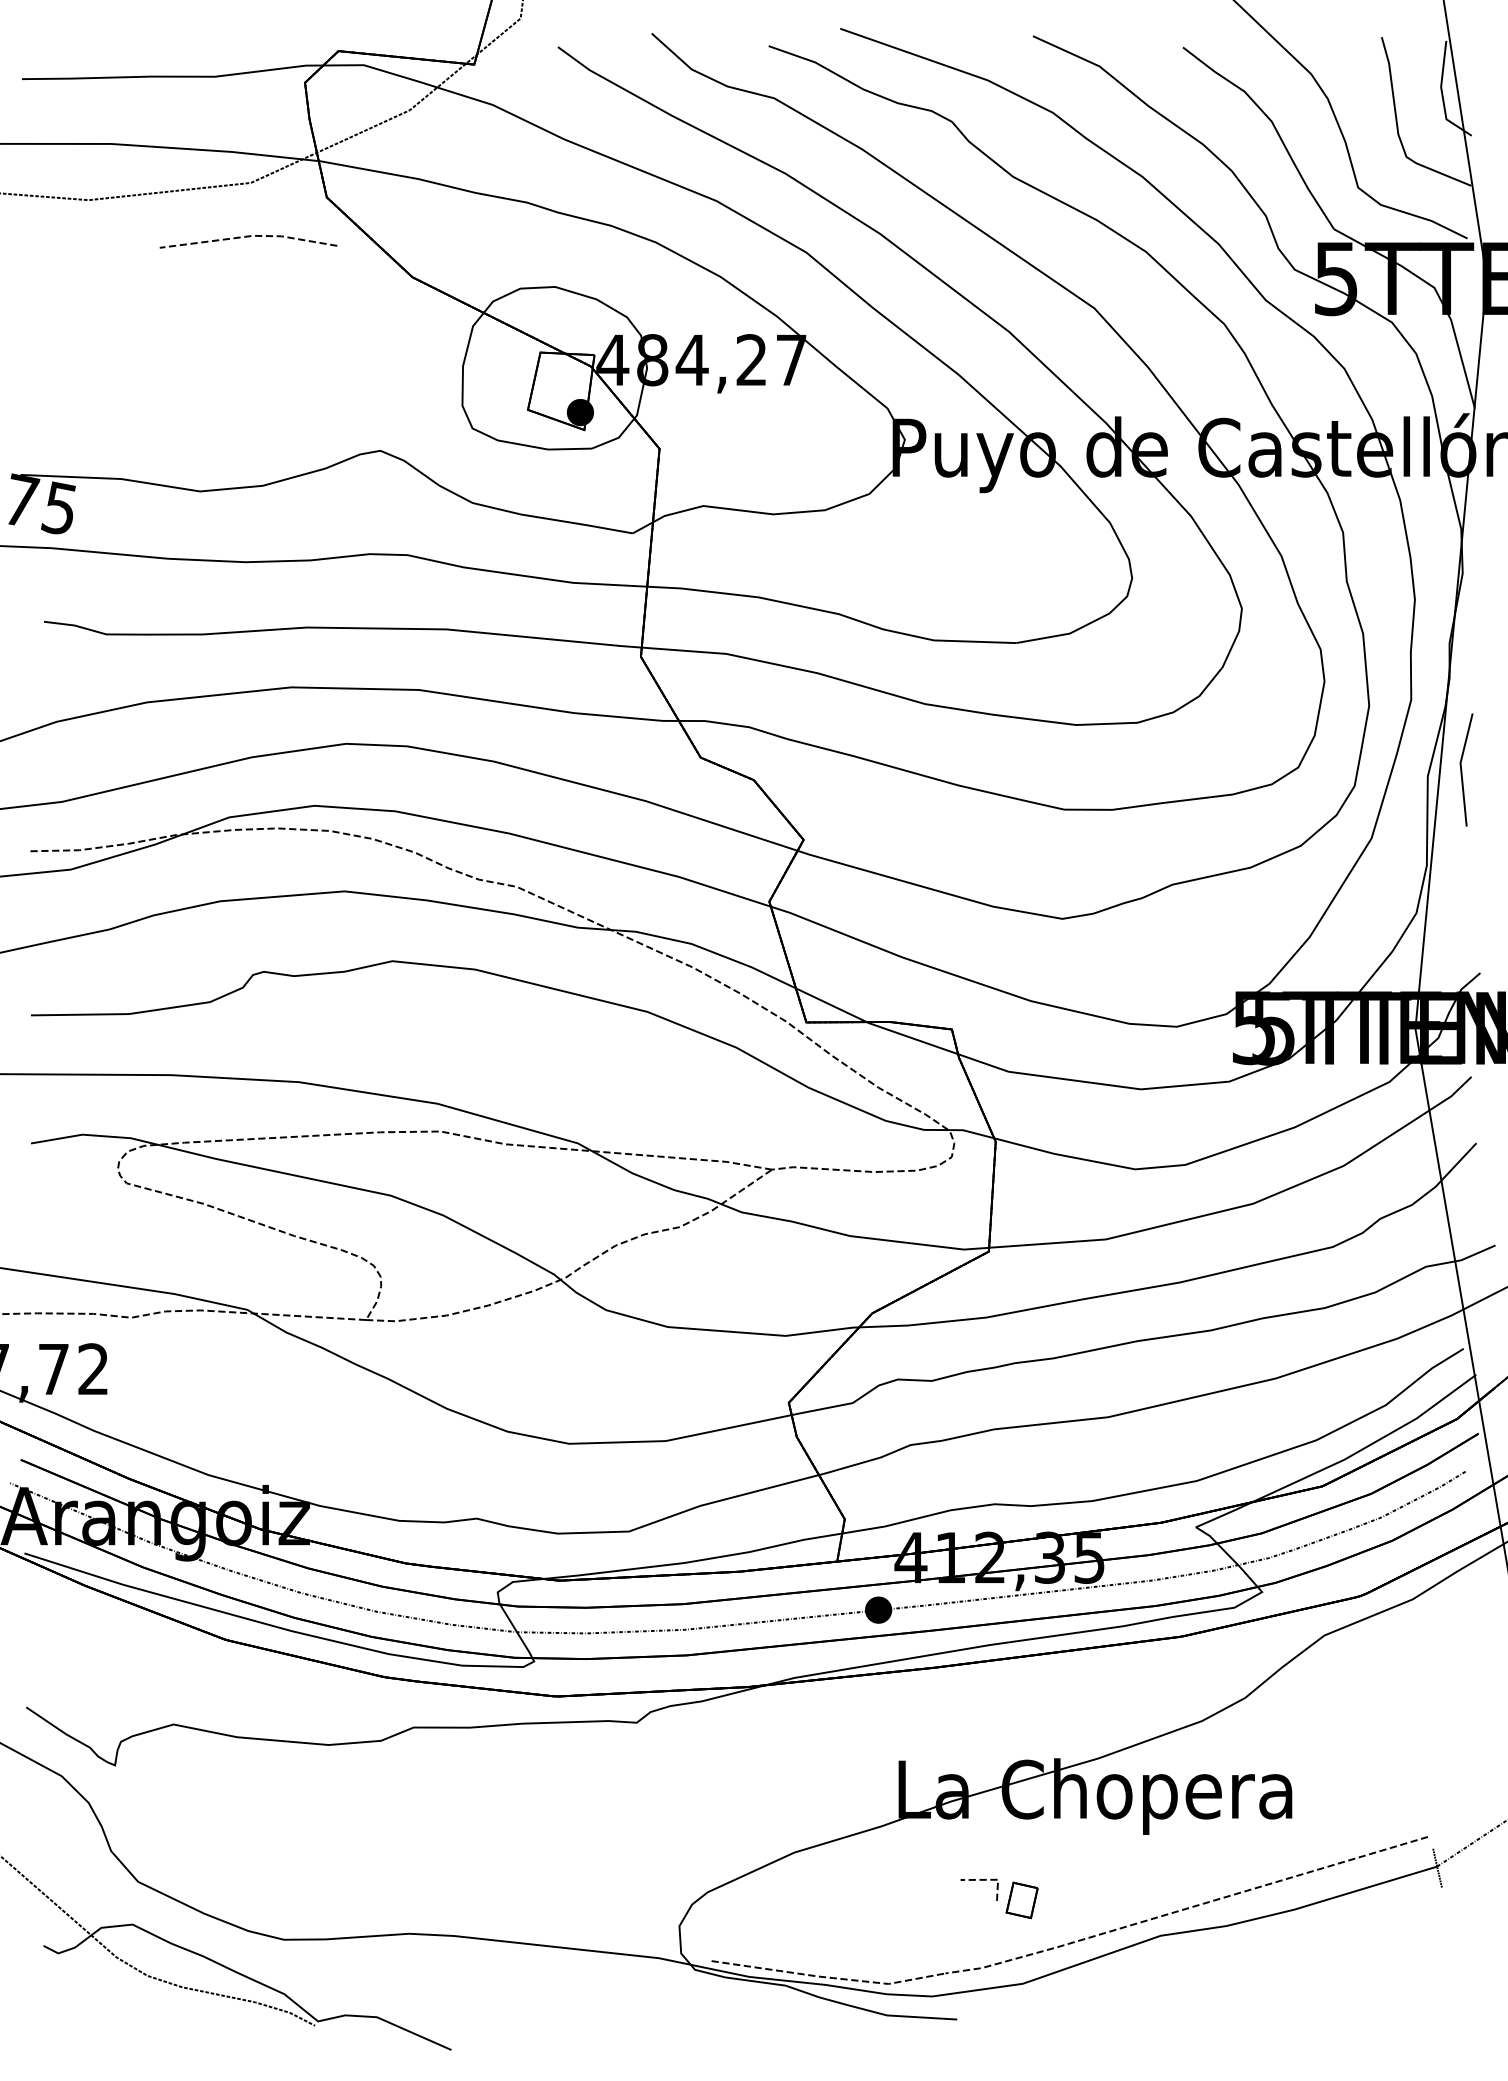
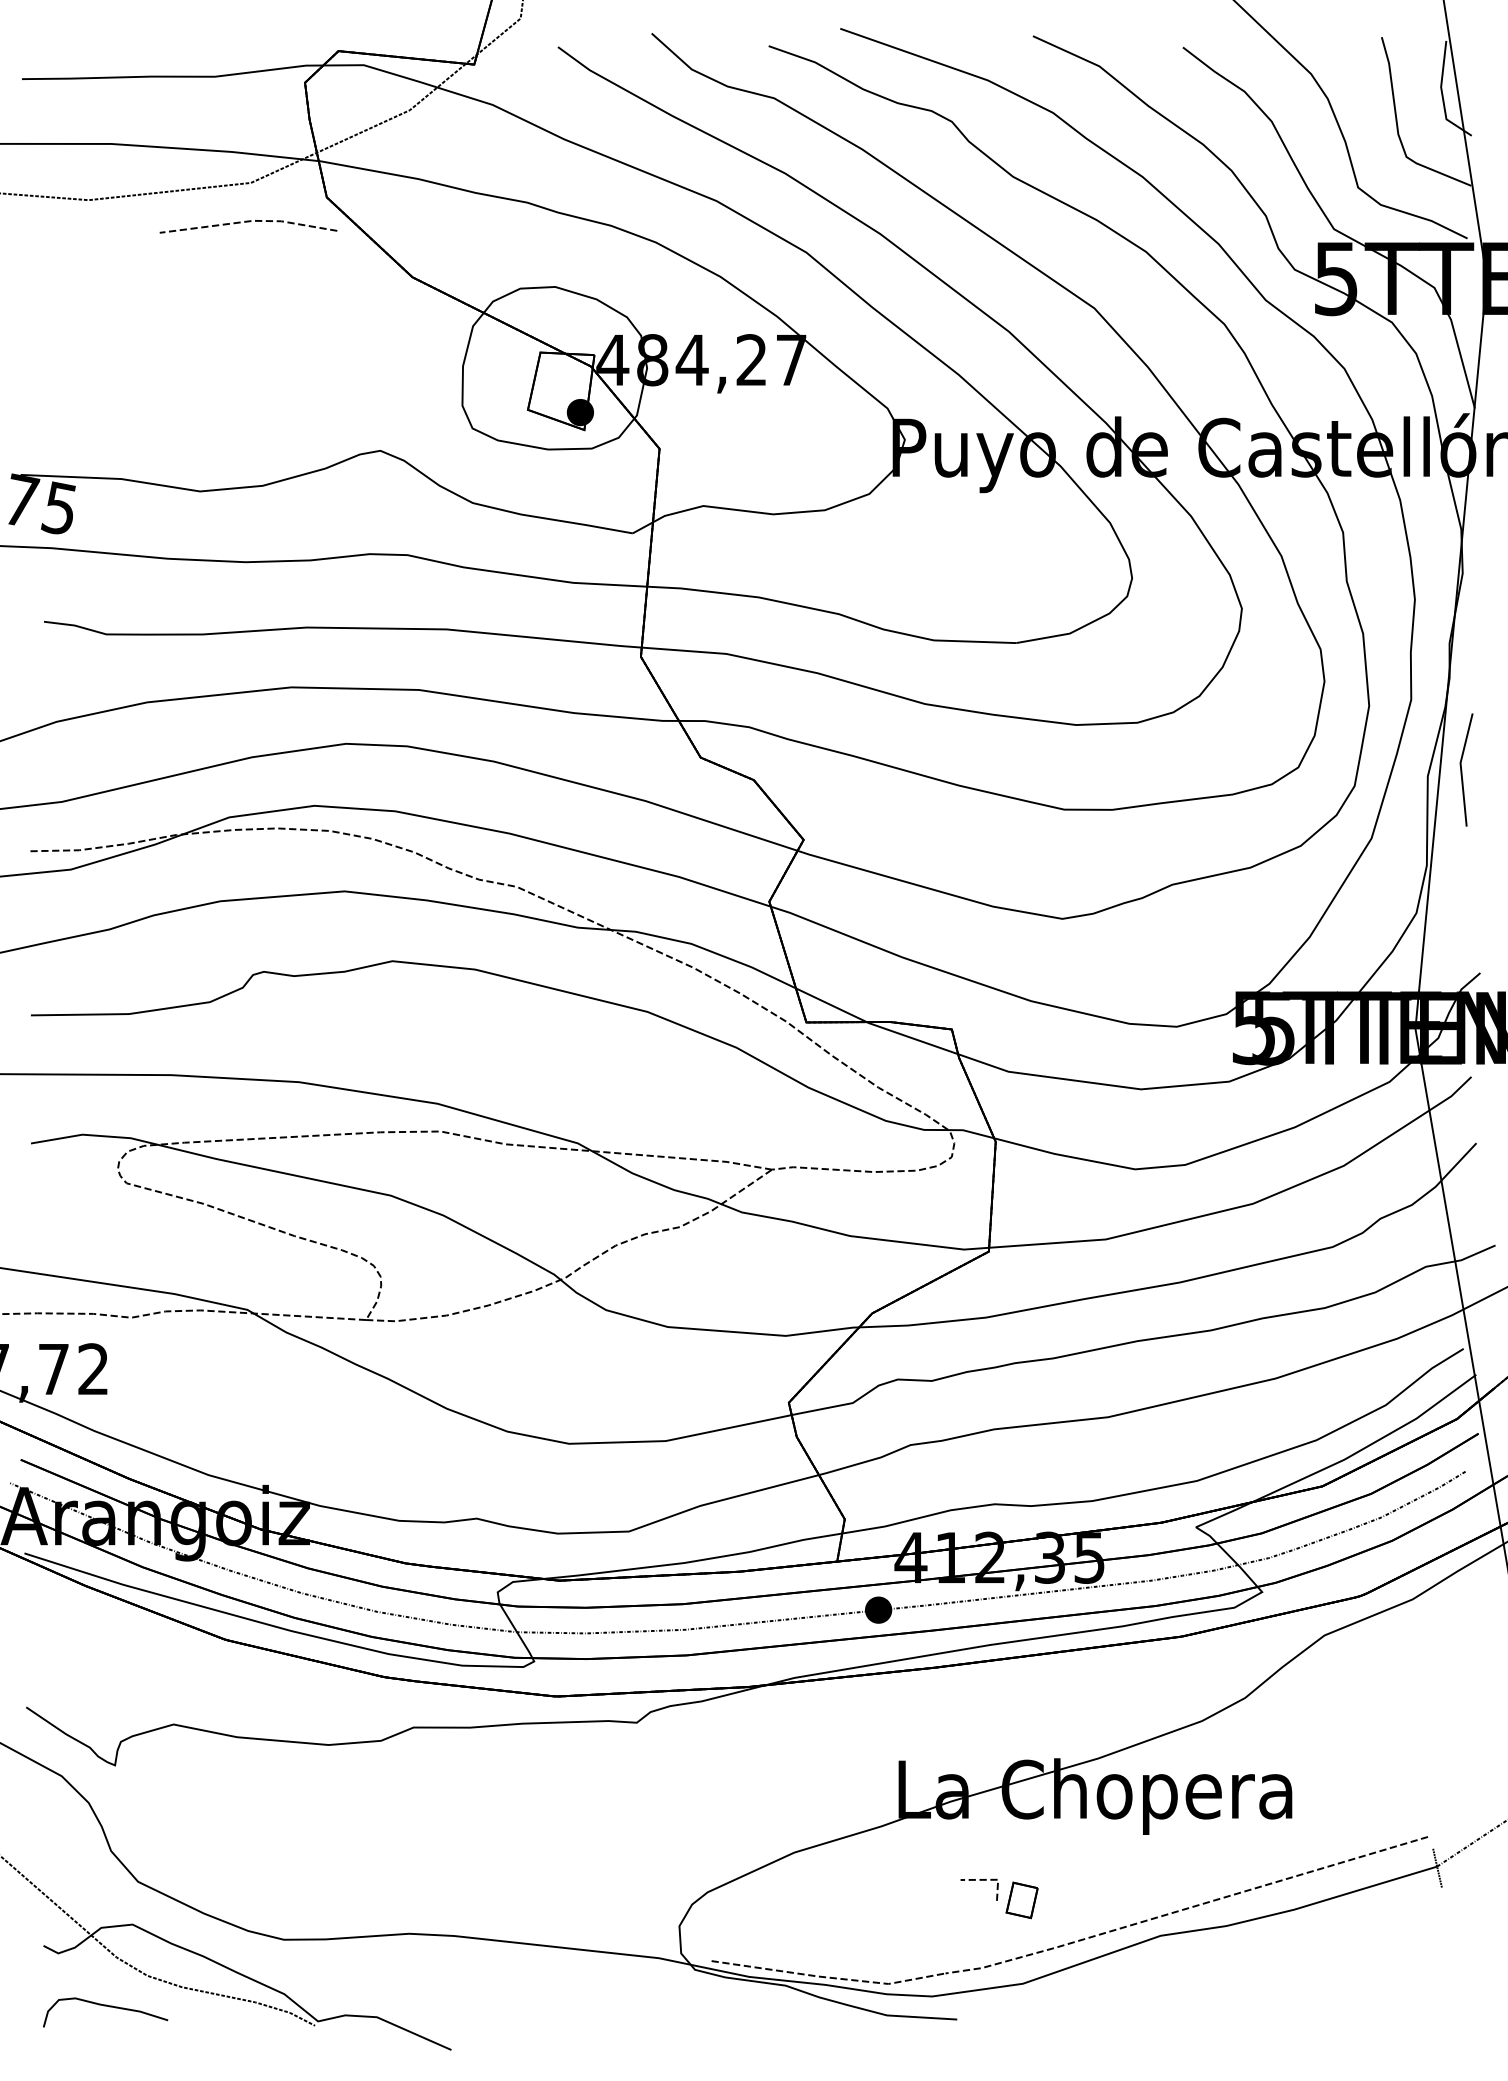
line at (248, 237) position: (248, 237) -> (248, 222)
curve at (105, 2006): none -> present
